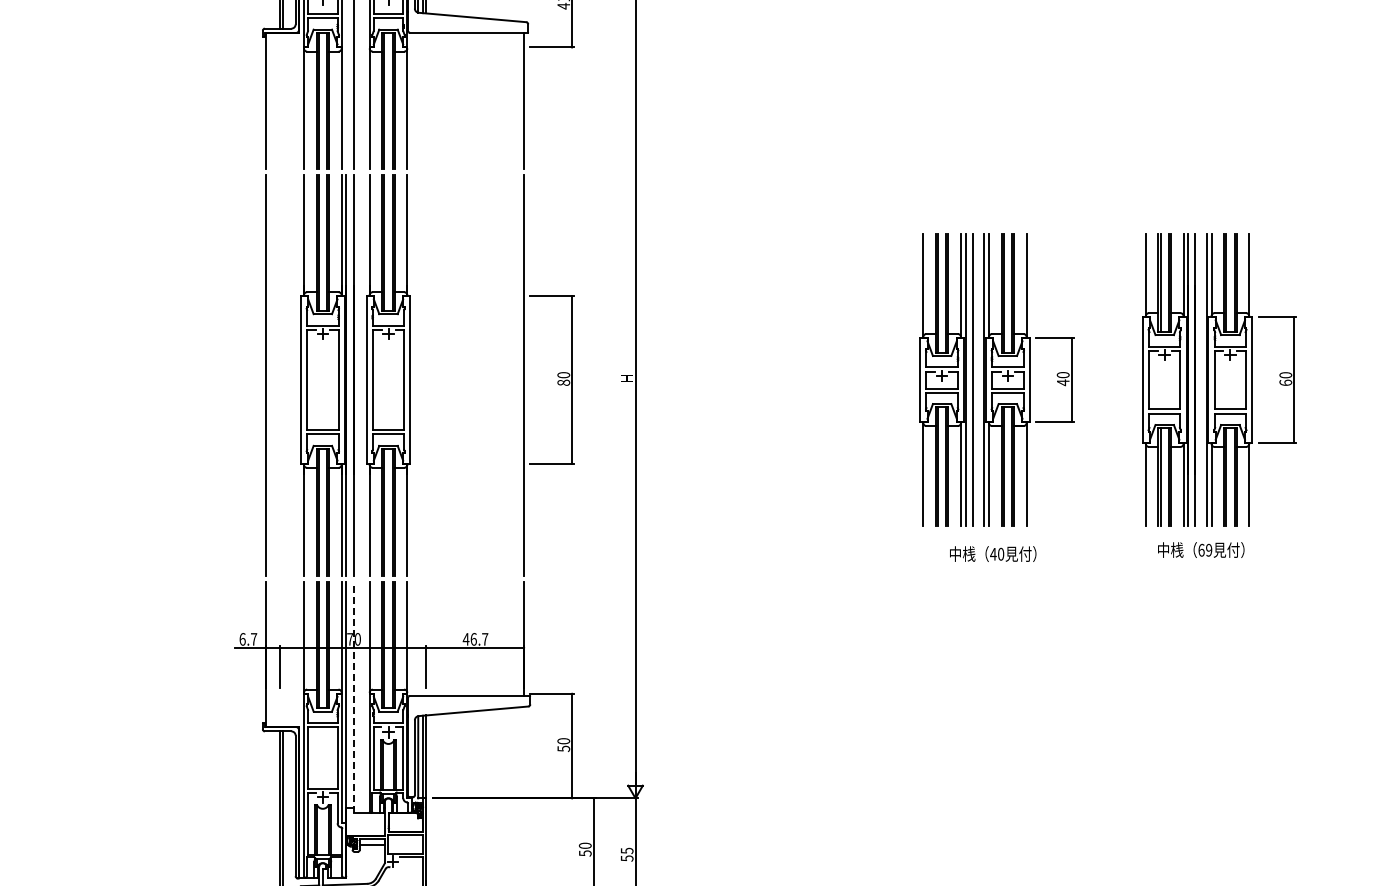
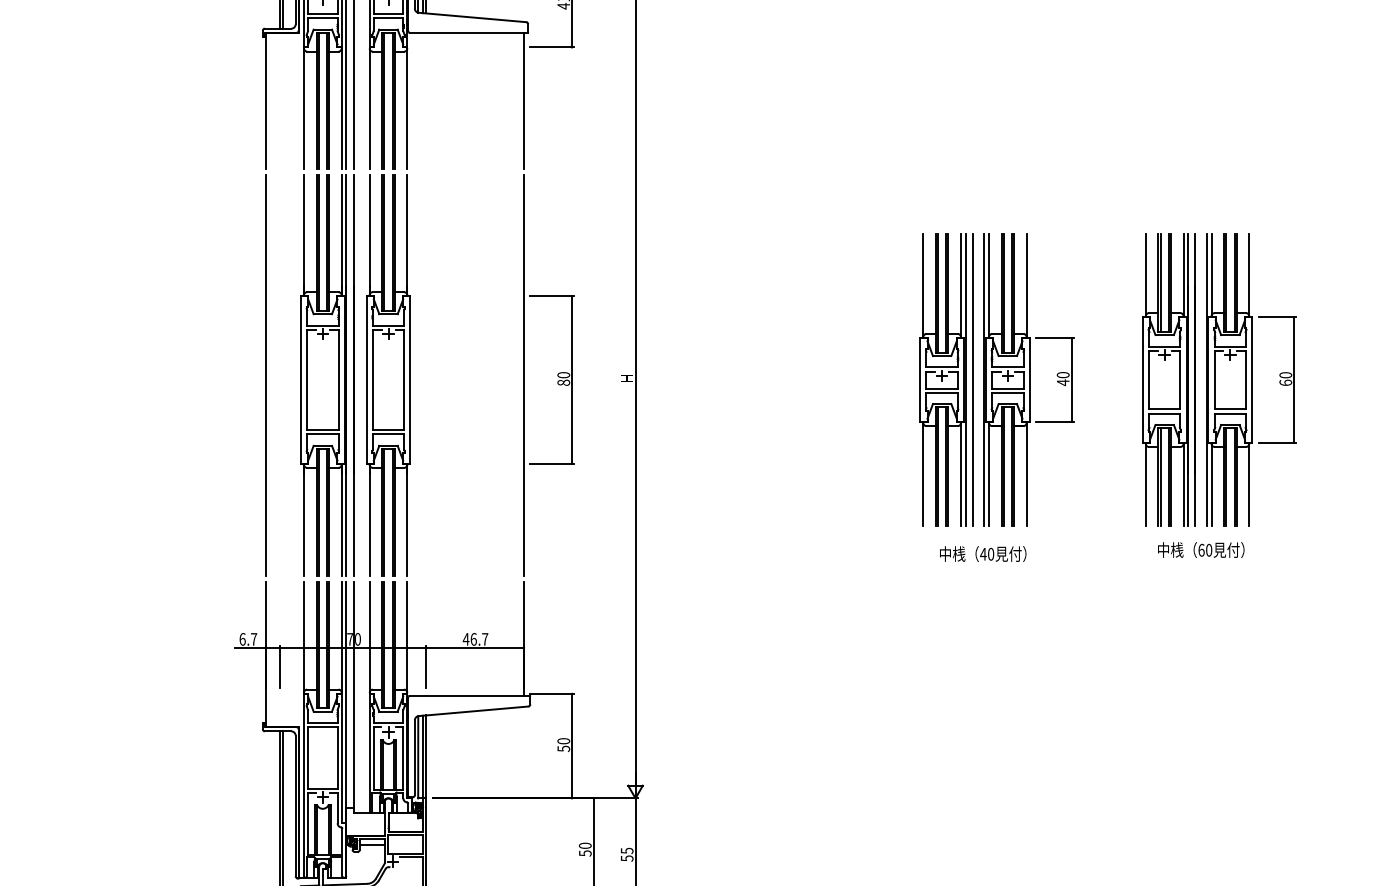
line at (346, 85): none -> present
text at (1209, 550): 69 -> 60
text at (993, 553) position: (993, 553) -> (983, 553)
line at (353, 697): dashed -> solid
